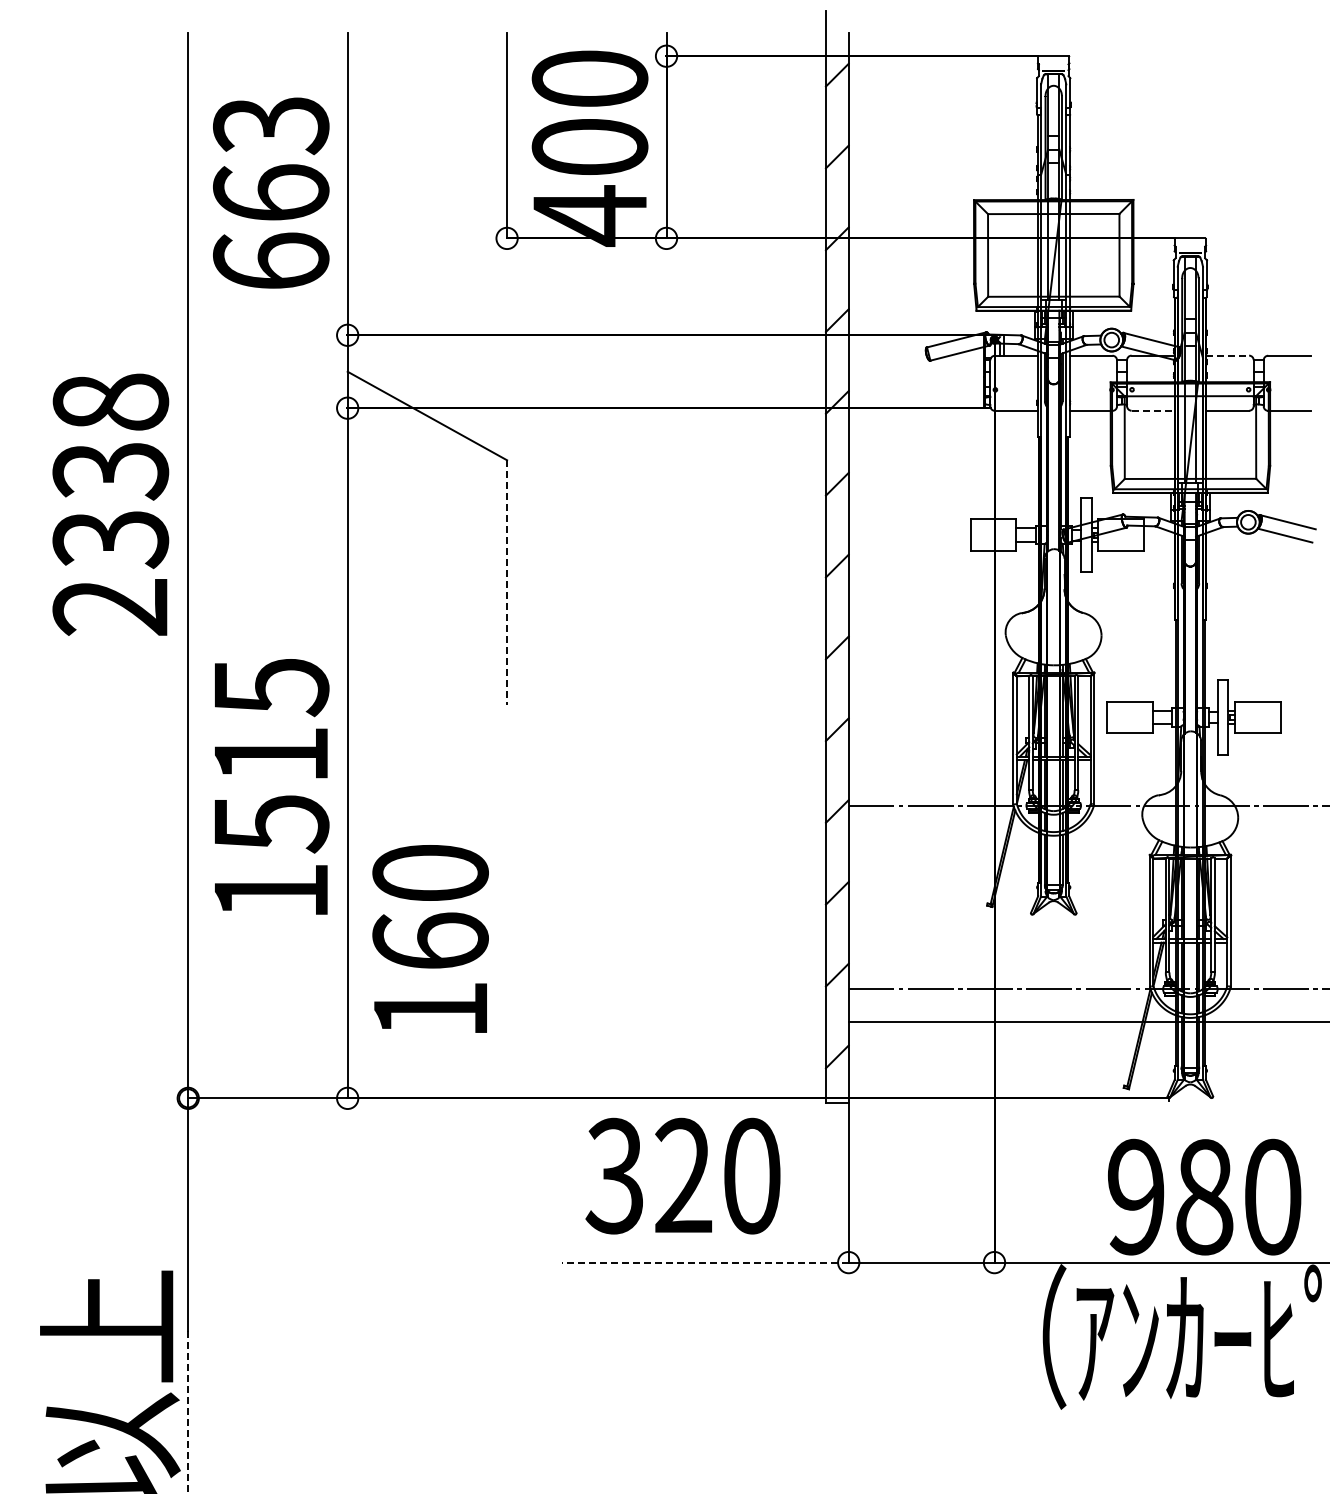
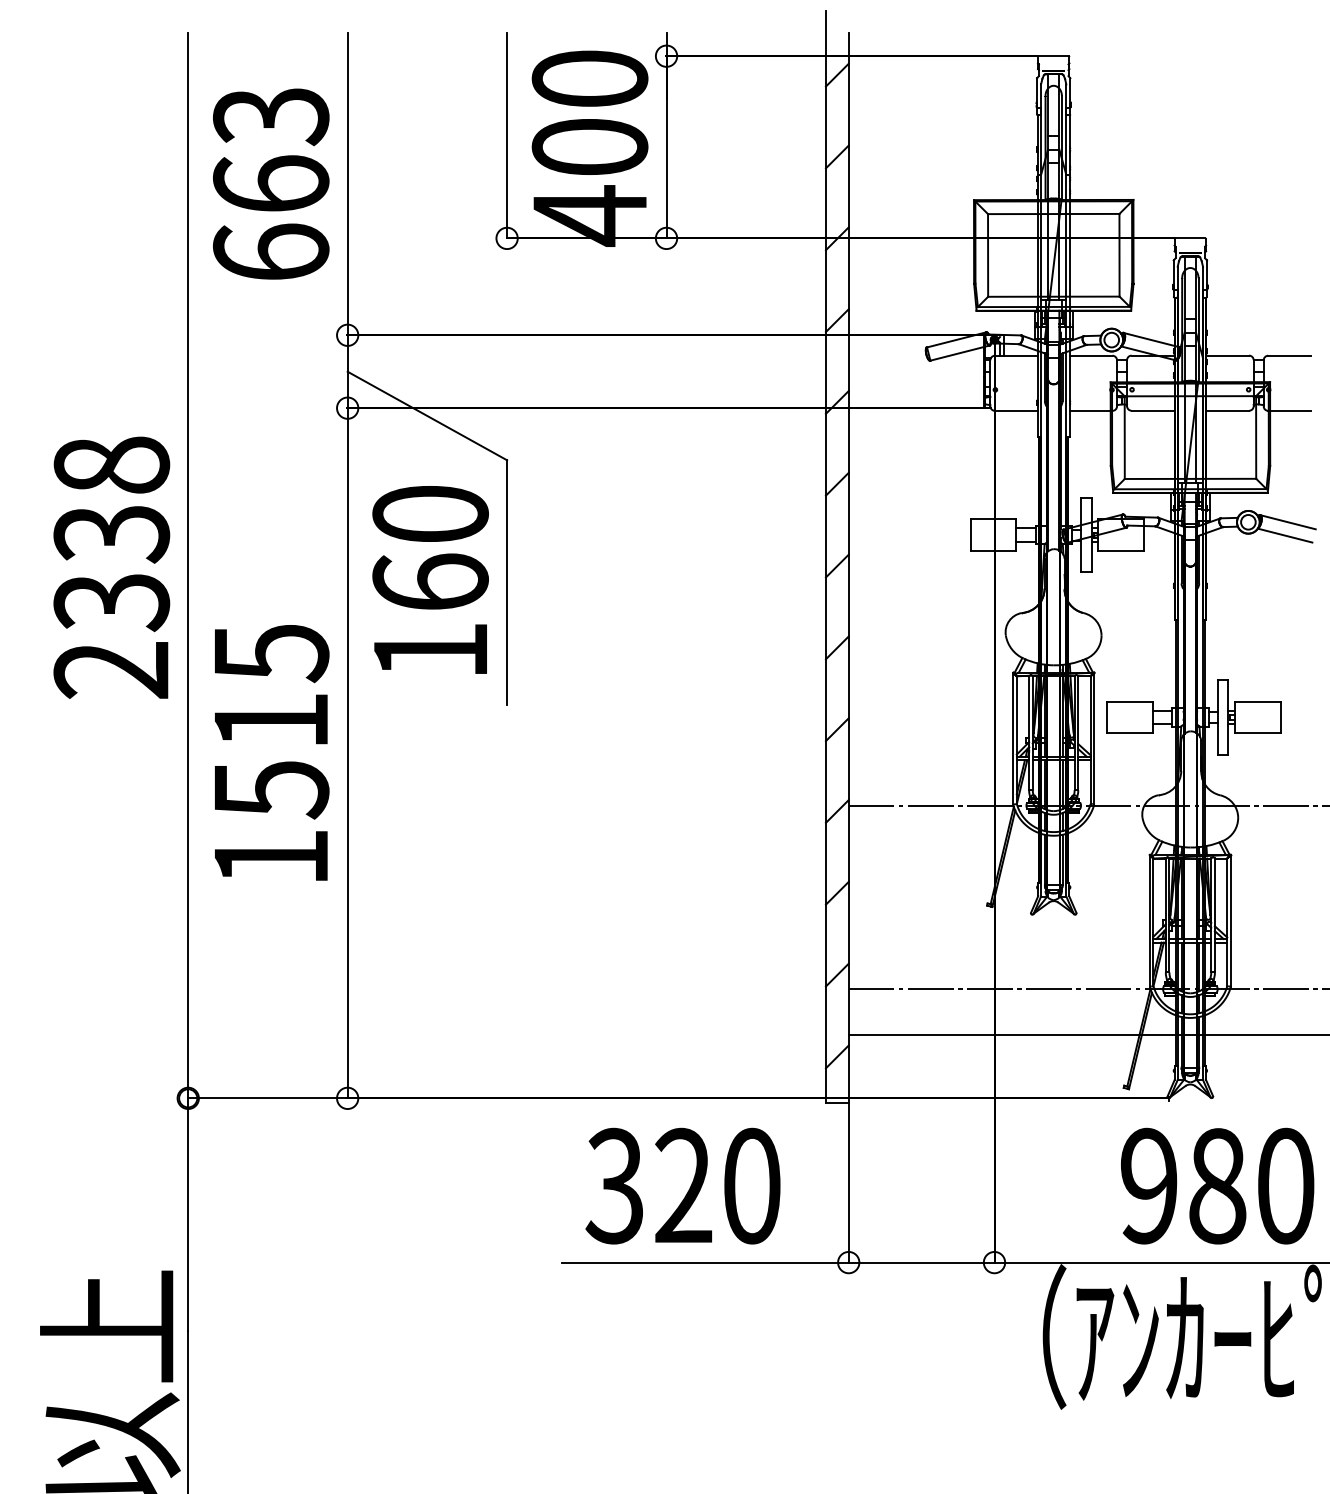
text at (271, 192) position: (271, 192) -> (271, 183)
line at (1228, 355): dashed -> solid
line at (1153, 410): dashed -> solid
text at (110, 504) position: (110, 504) -> (111, 567)
line at (507, 583): dashed -> solid
text at (272, 786) position: (272, 786) -> (272, 752)
text at (430, 938) position: (430, 938) -> (430, 579)
line at (1087, 1021) position: (1087, 1021) -> (1087, 1034)
text at (682, 1175) position: (682, 1175) -> (682, 1185)
text at (1204, 1196) position: (1204, 1196) -> (1217, 1185)
line at (705, 1262): dashed -> solid
line at (188, 1412): dashed -> solid
